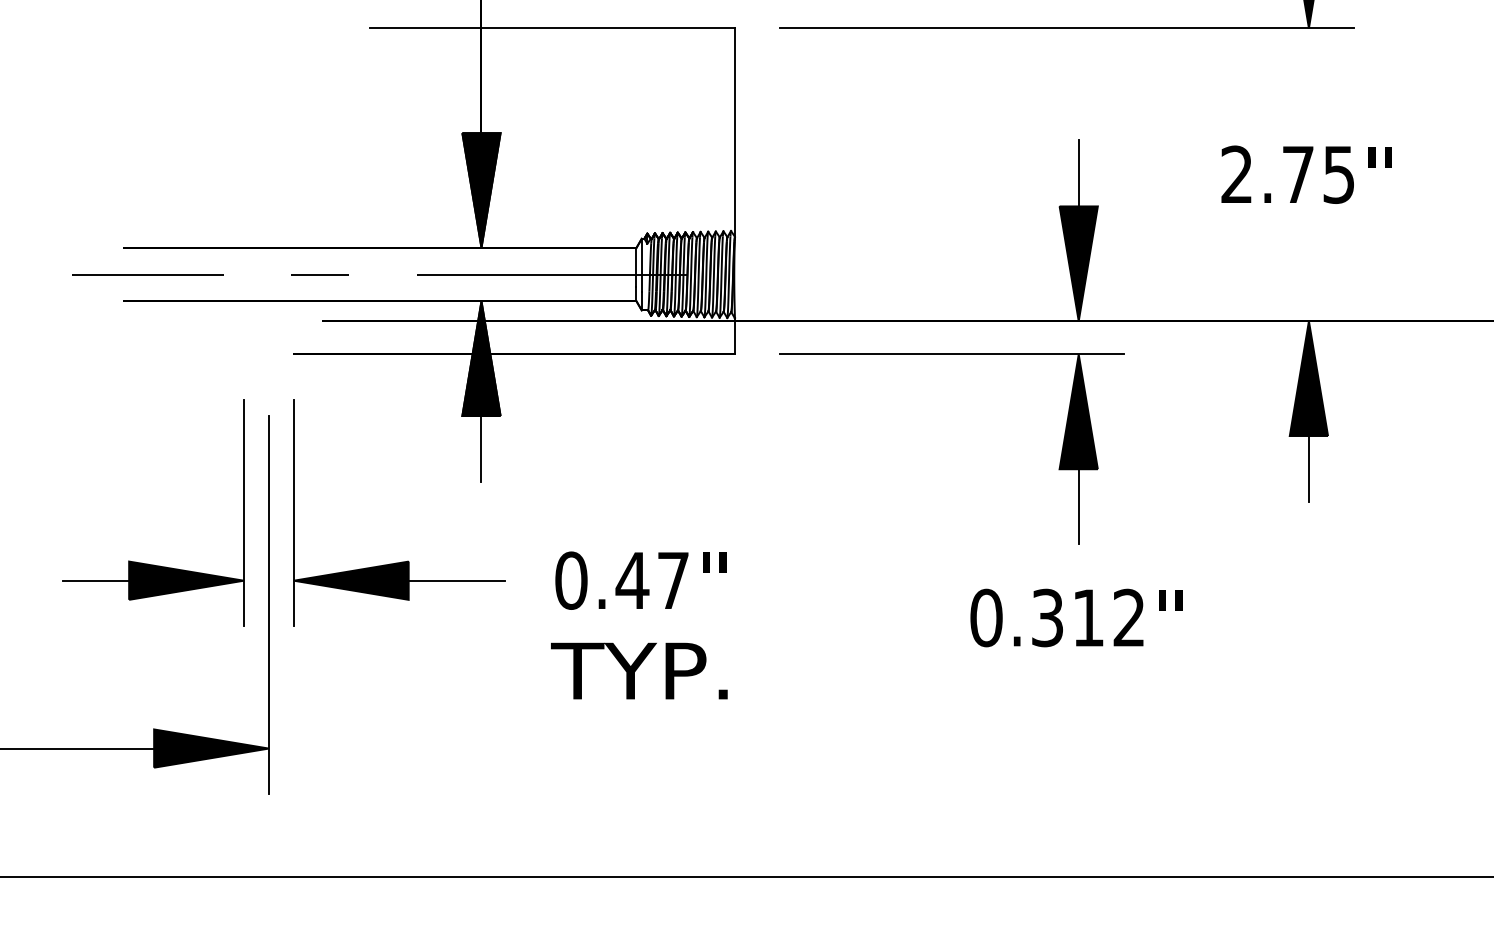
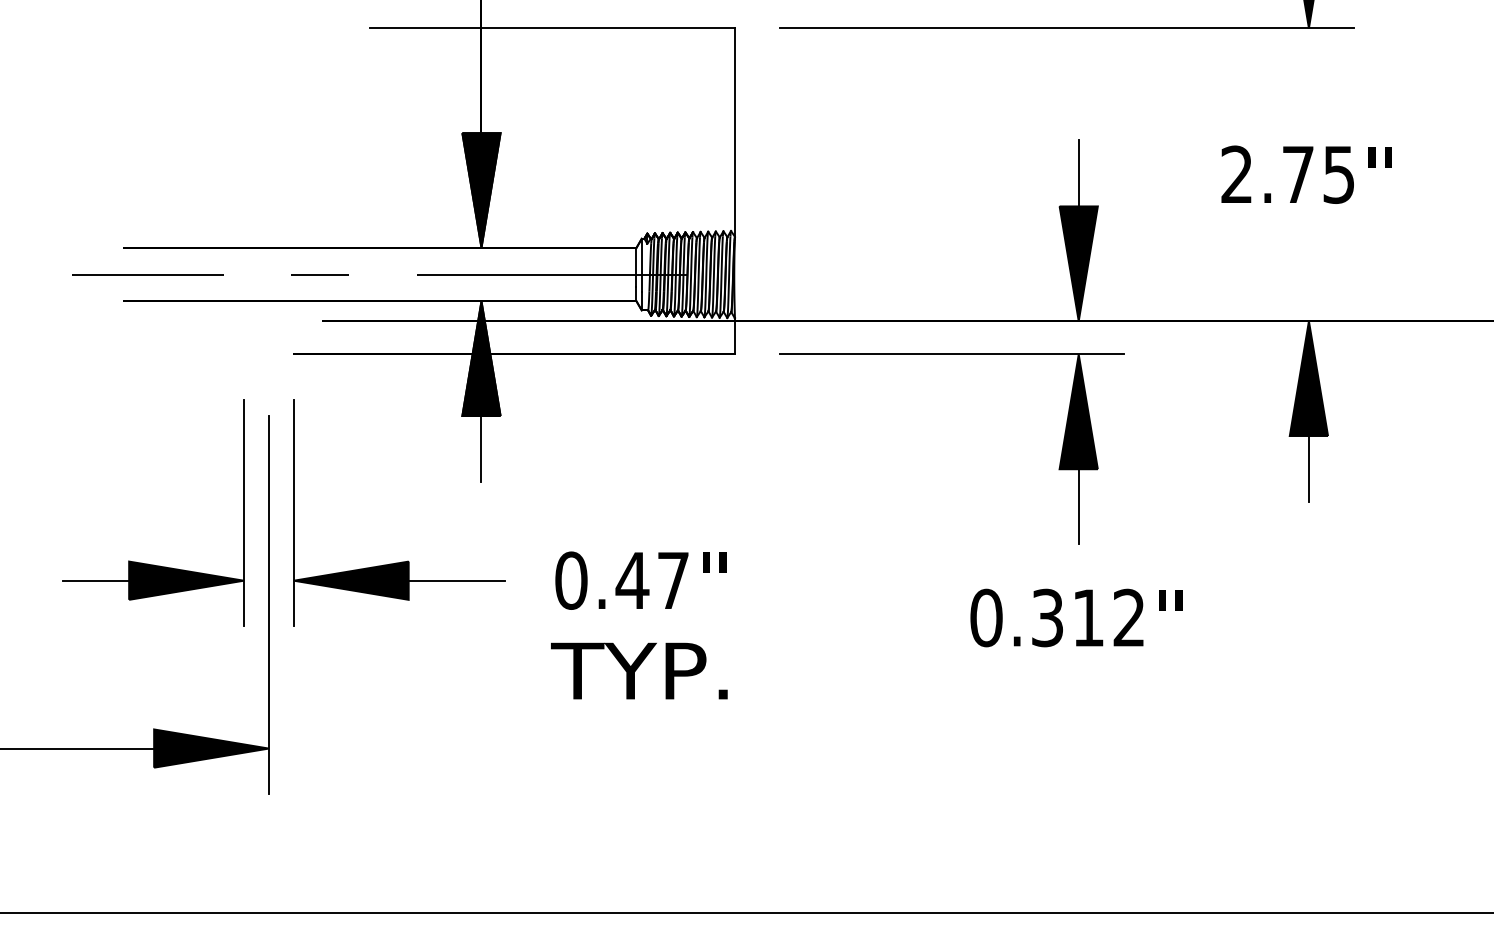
line at (746, 876) position: (746, 876) -> (746, 912)
